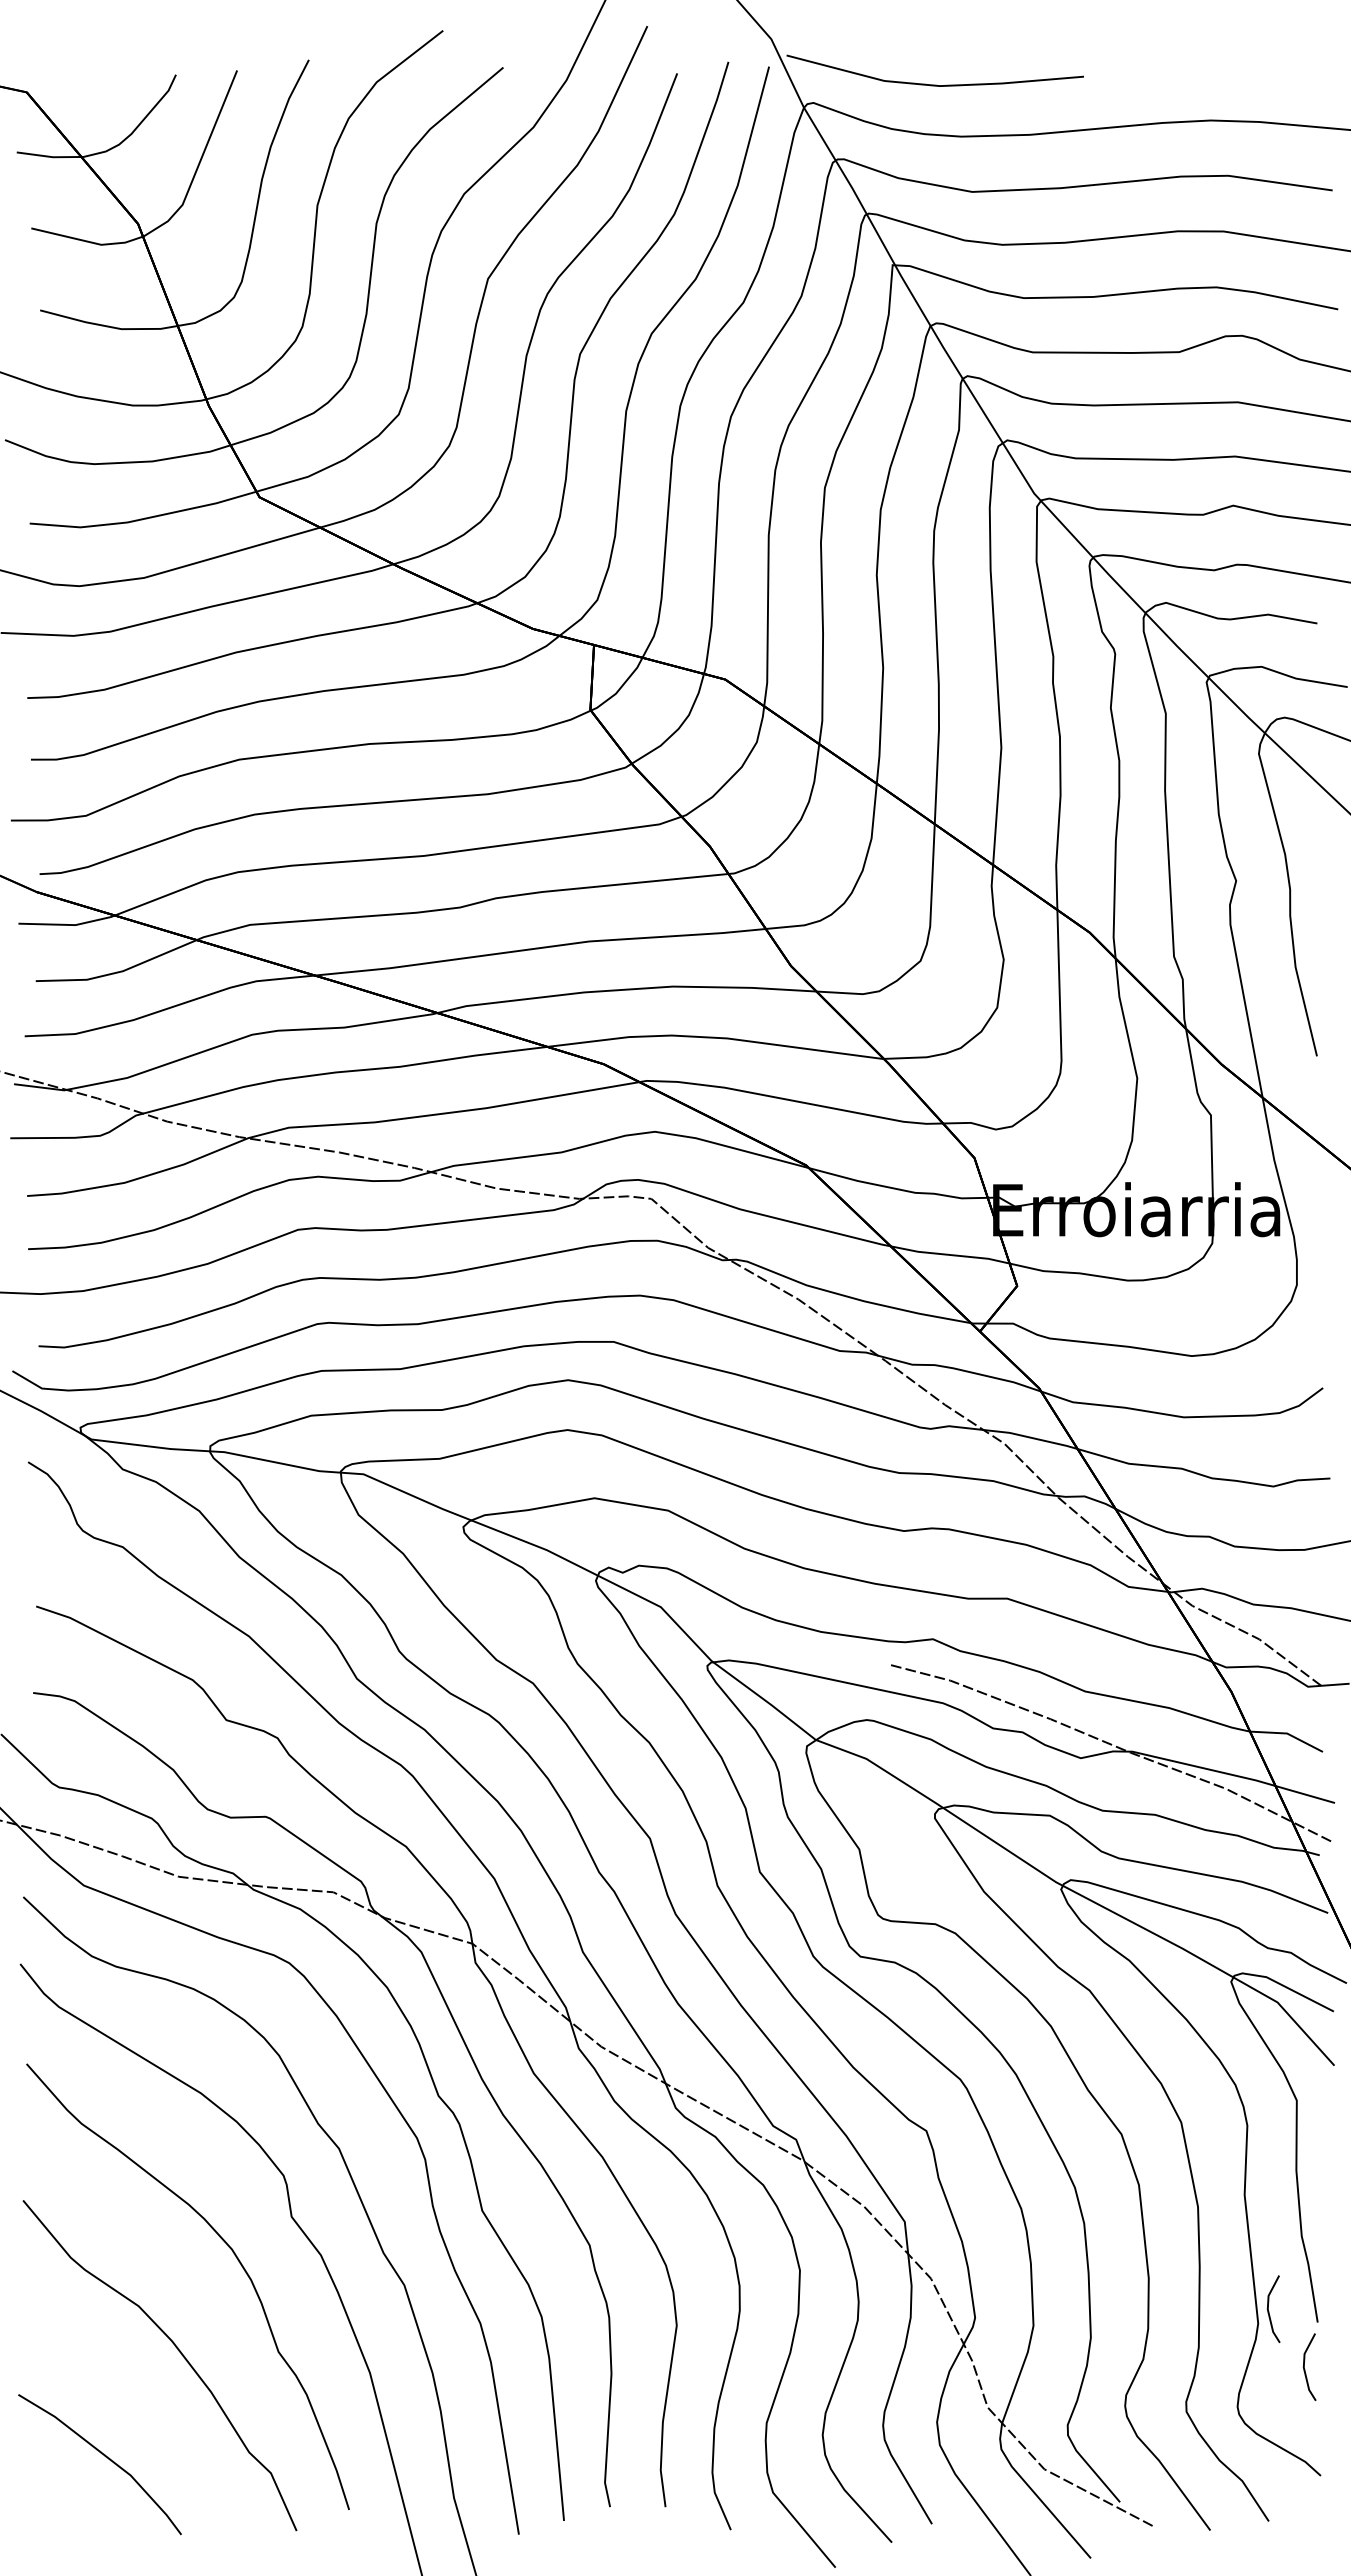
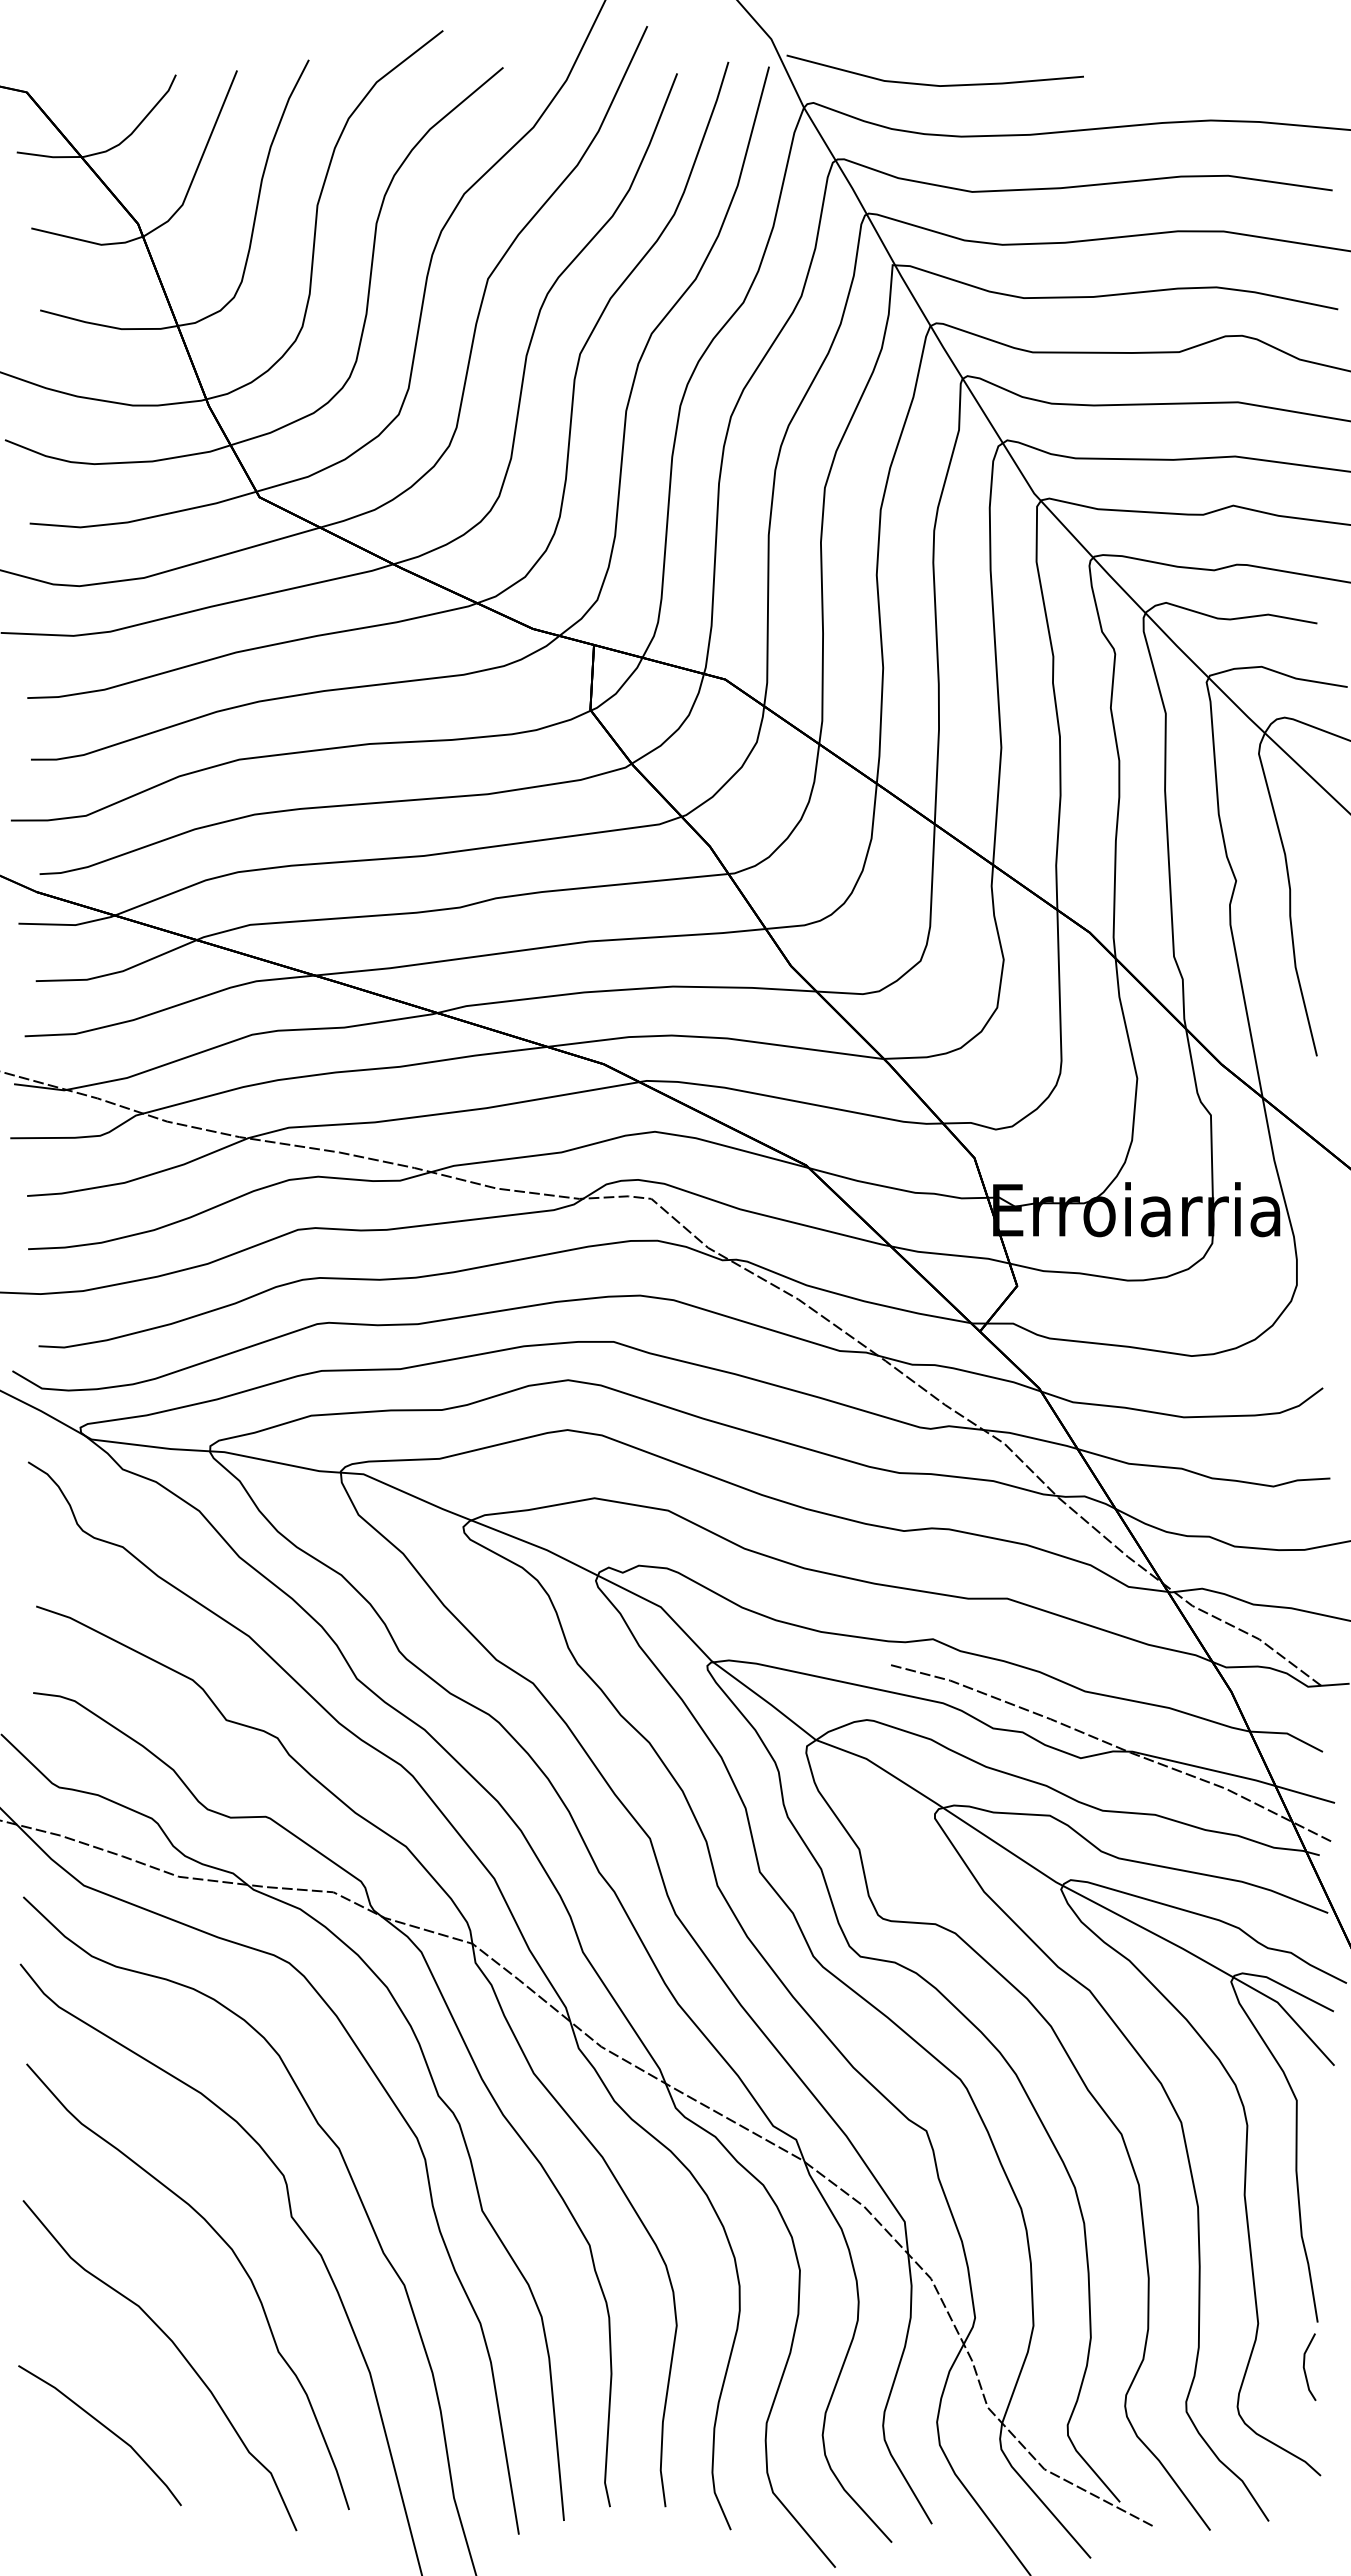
line at (1268, 2308): present -> none
line at (105, 2457) position: (105, 2457) -> (105, 2428)
